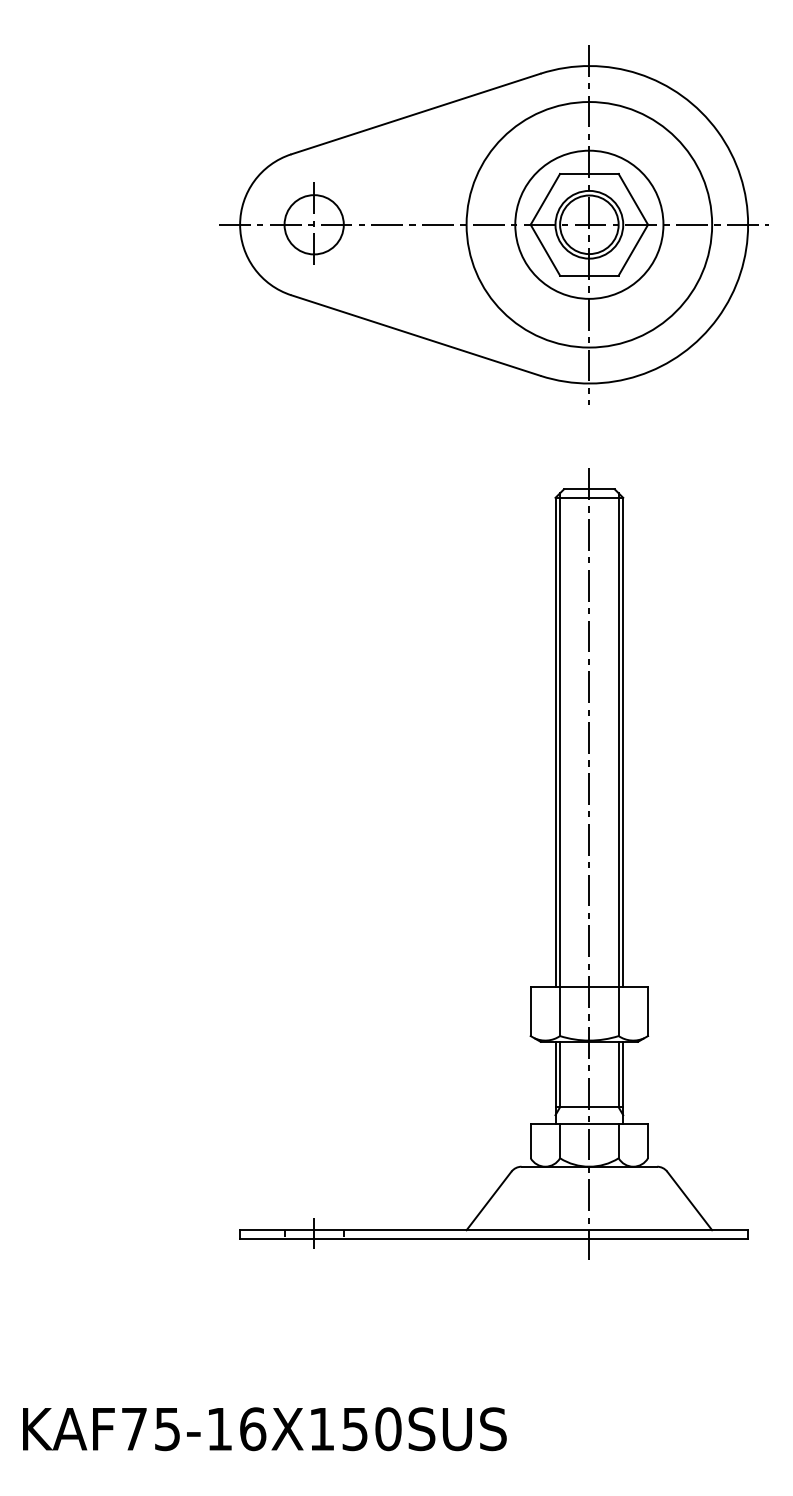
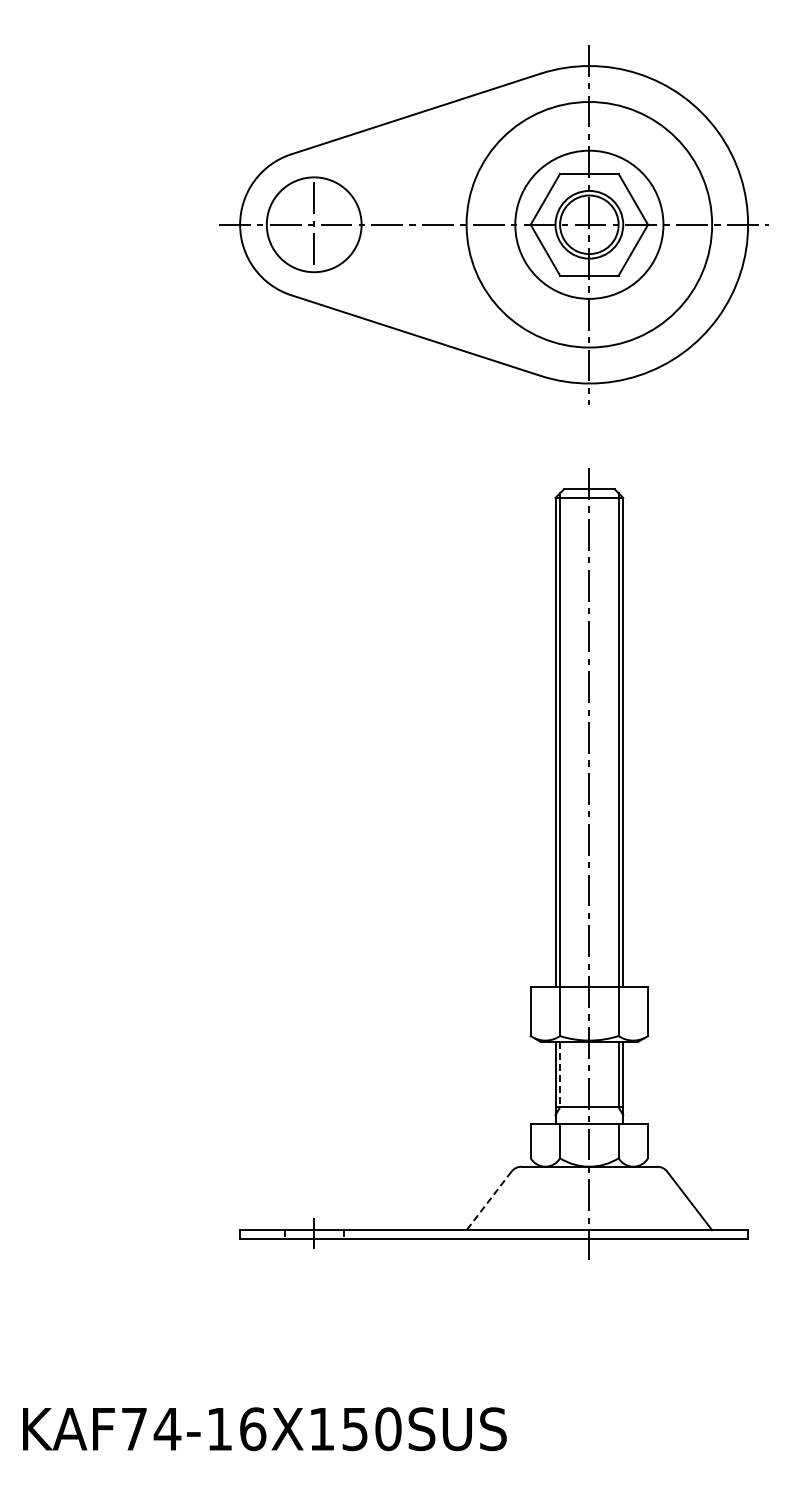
circle at (313, 224) diameter: 59 px -> 95 px
line at (560, 1074): solid -> dashed
line at (489, 1200): solid -> dashed
text at (167, 1429): KAF75-16X150SUS -> KAF74-16X150SUS
